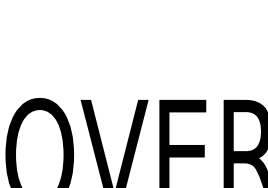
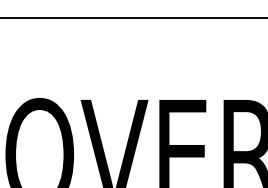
line at (133, 18): none -> present
